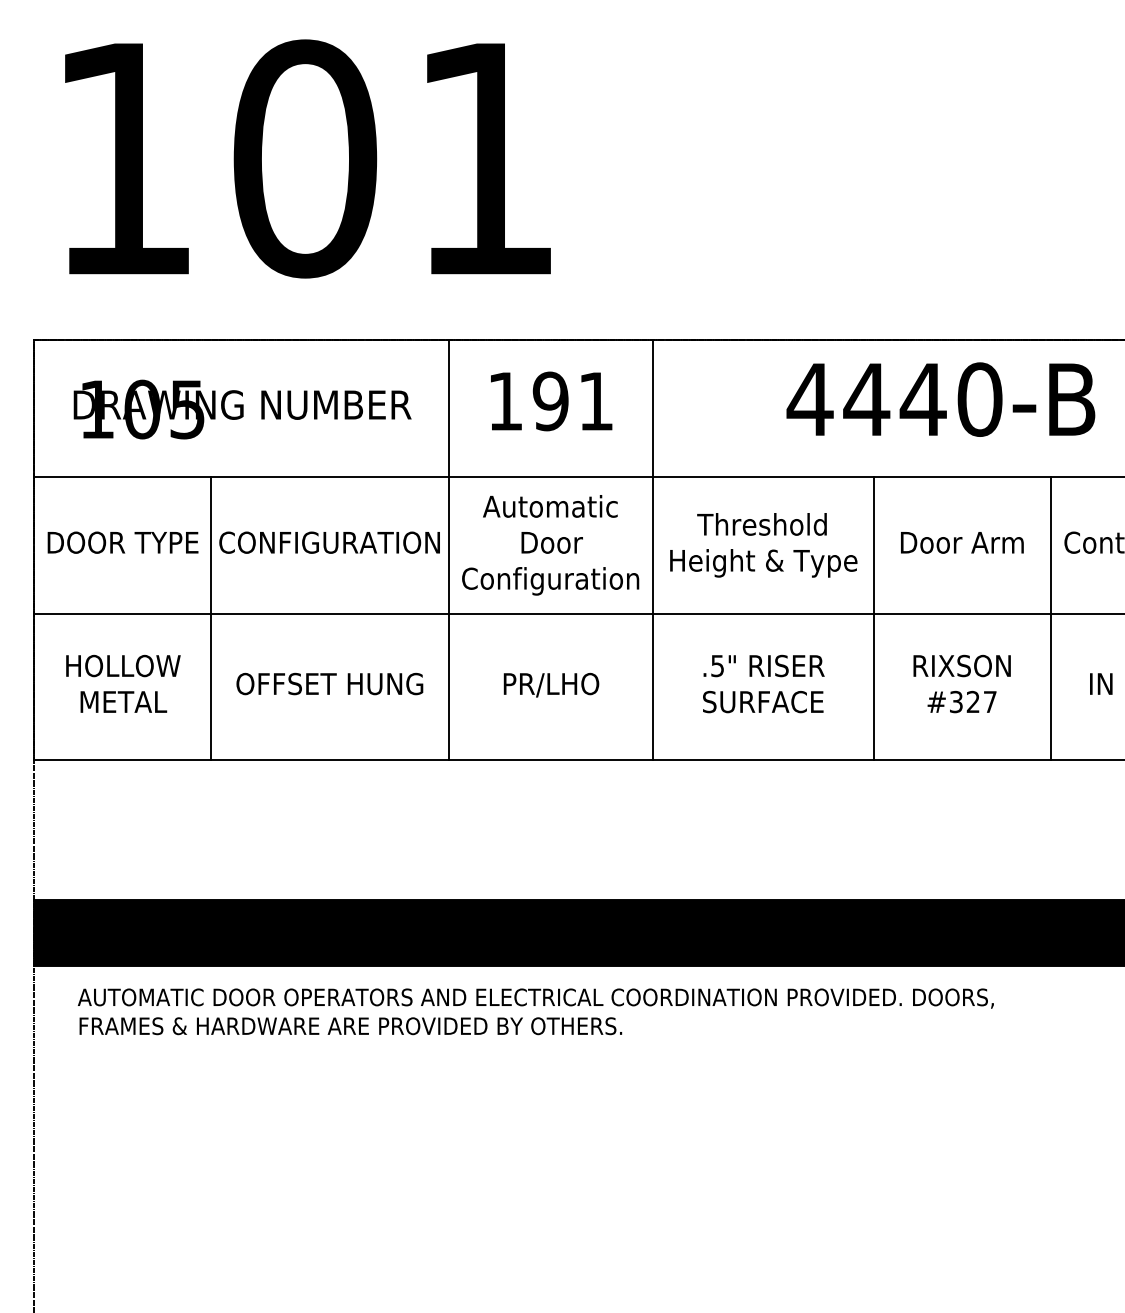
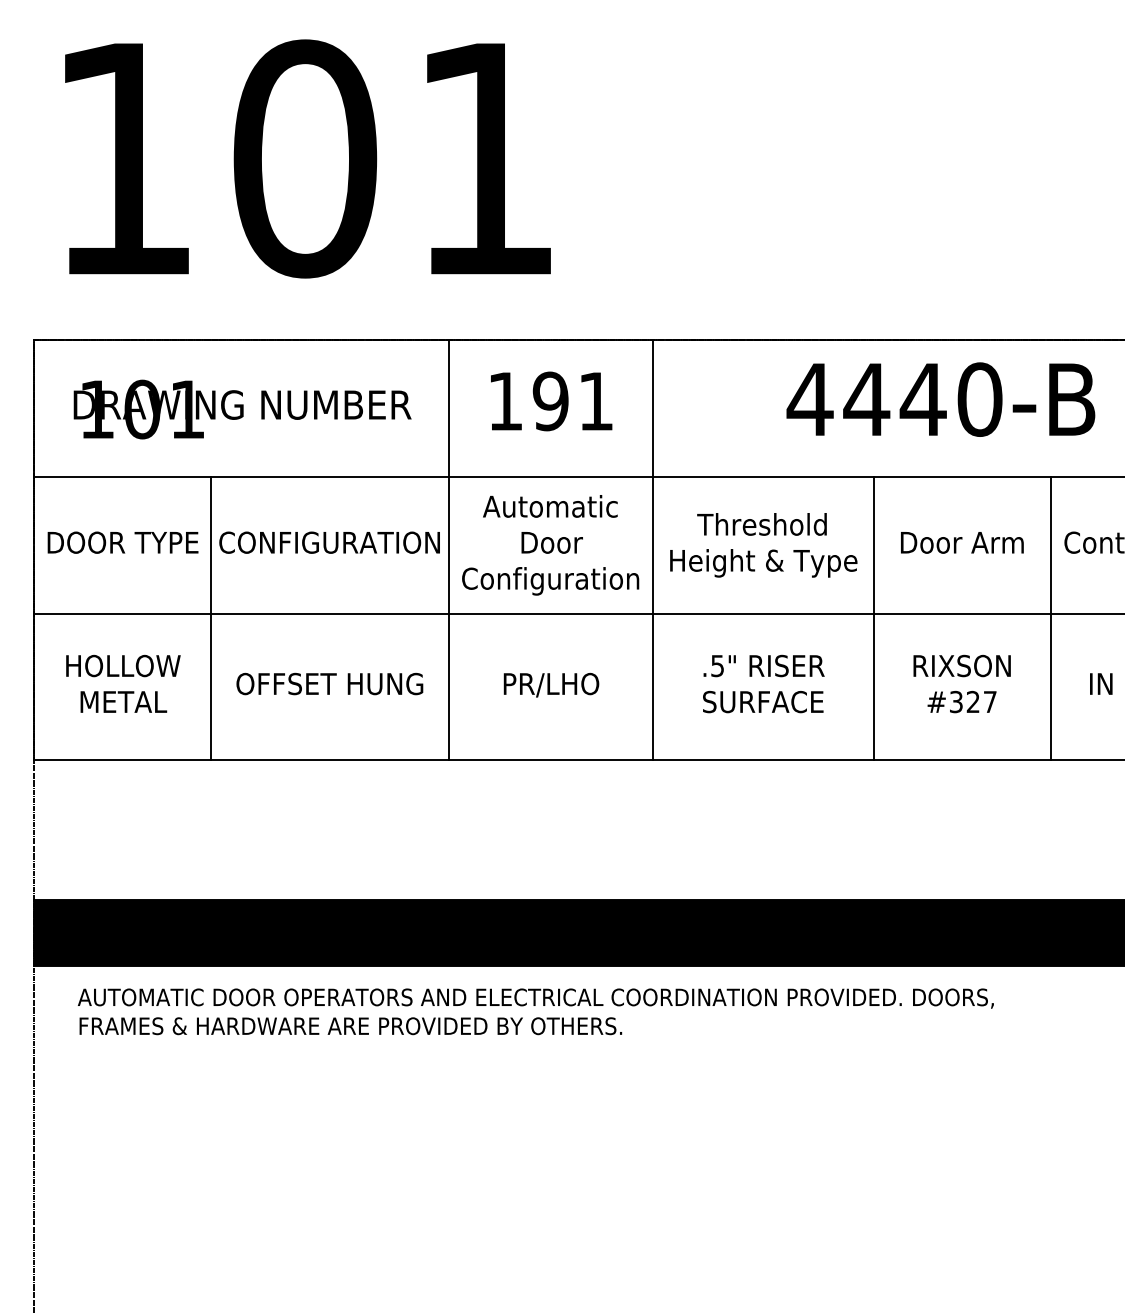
text at (187, 409): 105 -> 101
